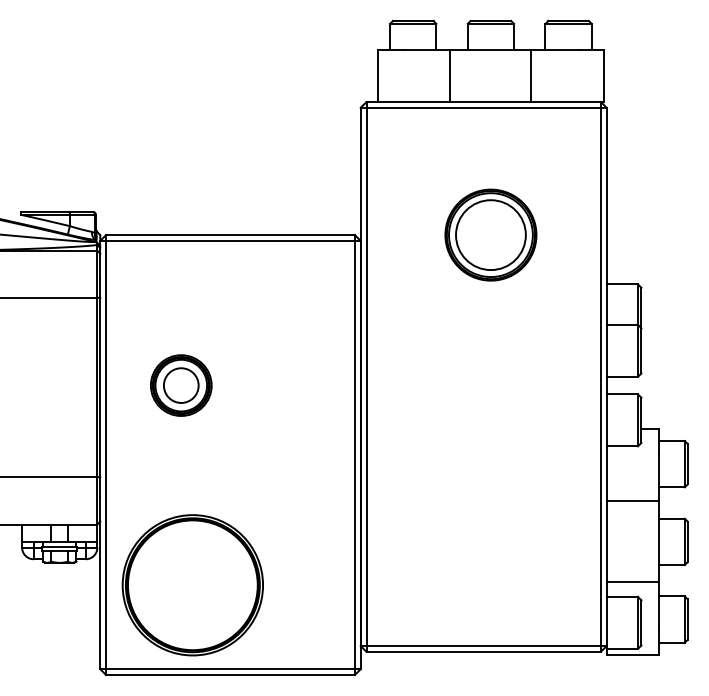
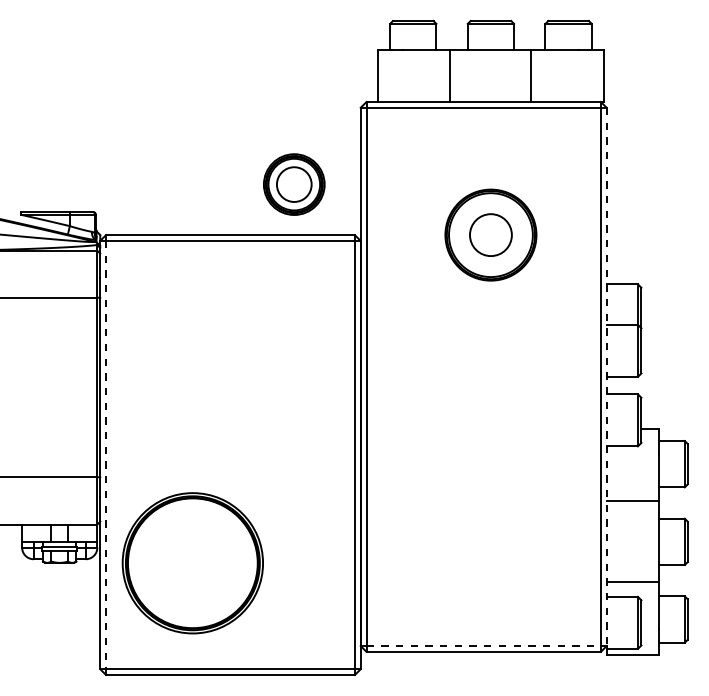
circle at (490, 235) diameter: 70 px -> 42 px
line at (606, 377): solid -> dashed
part at (181, 385) position: (181, 385) -> (294, 184)
line at (106, 455): solid -> dashed
part at (192, 585) position: (192, 585) -> (192, 563)
line at (484, 646): solid -> dashed
